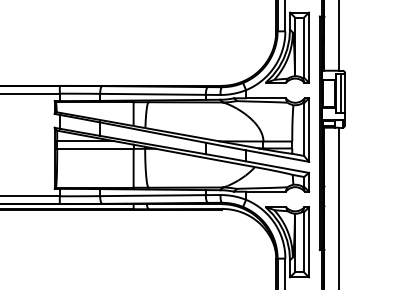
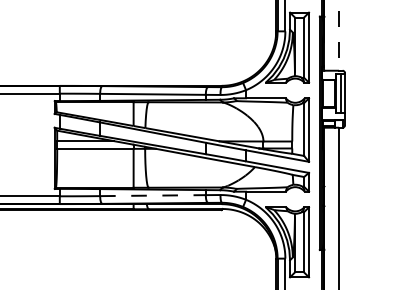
line at (339, 35): solid -> dashed
line at (152, 195): solid -> dashed
